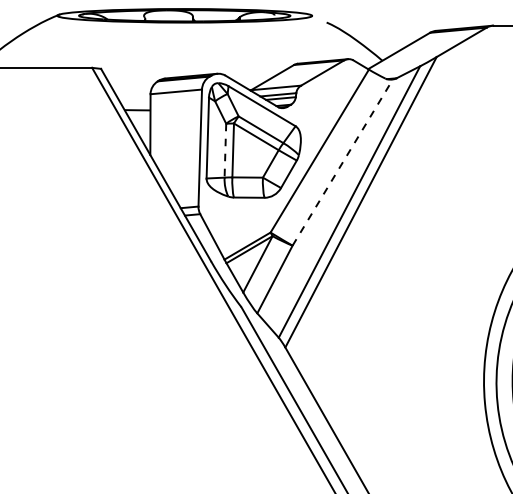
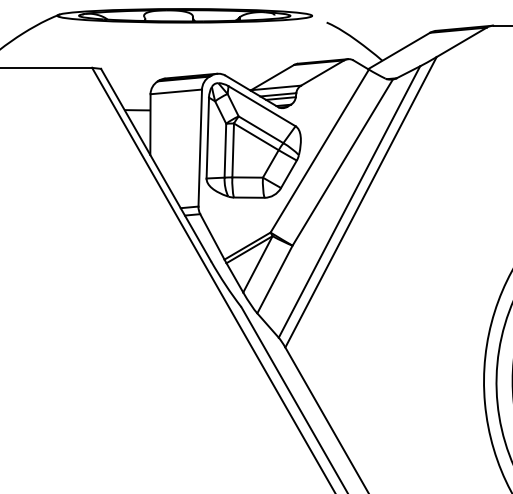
line at (225, 150): dashed -> solid
line at (343, 162): dashed -> solid
